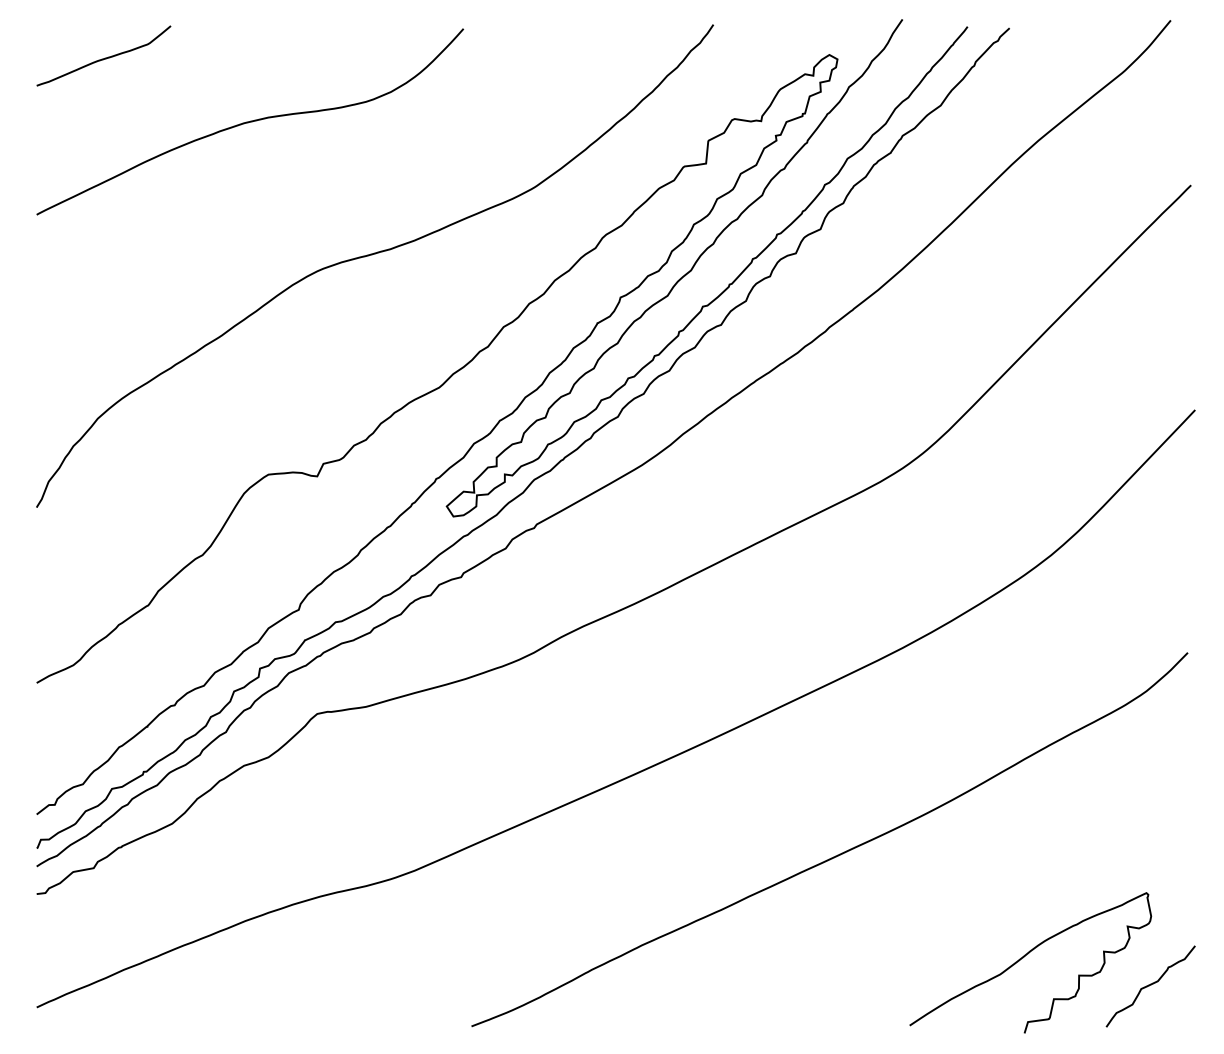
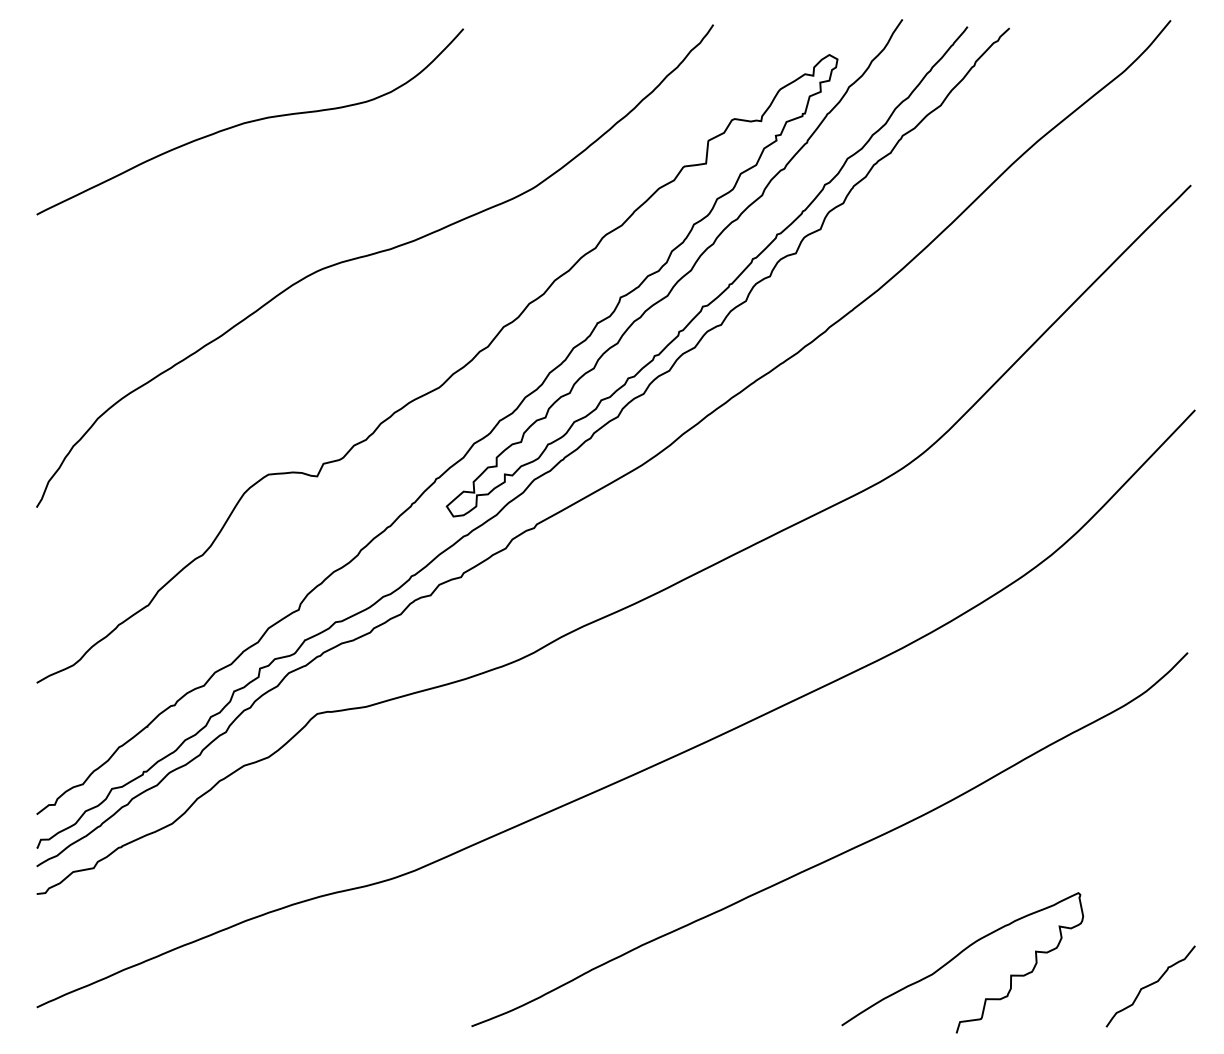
curve at (105, 57): present -> none
curve at (1025, 956) position: (1025, 956) -> (957, 956)
